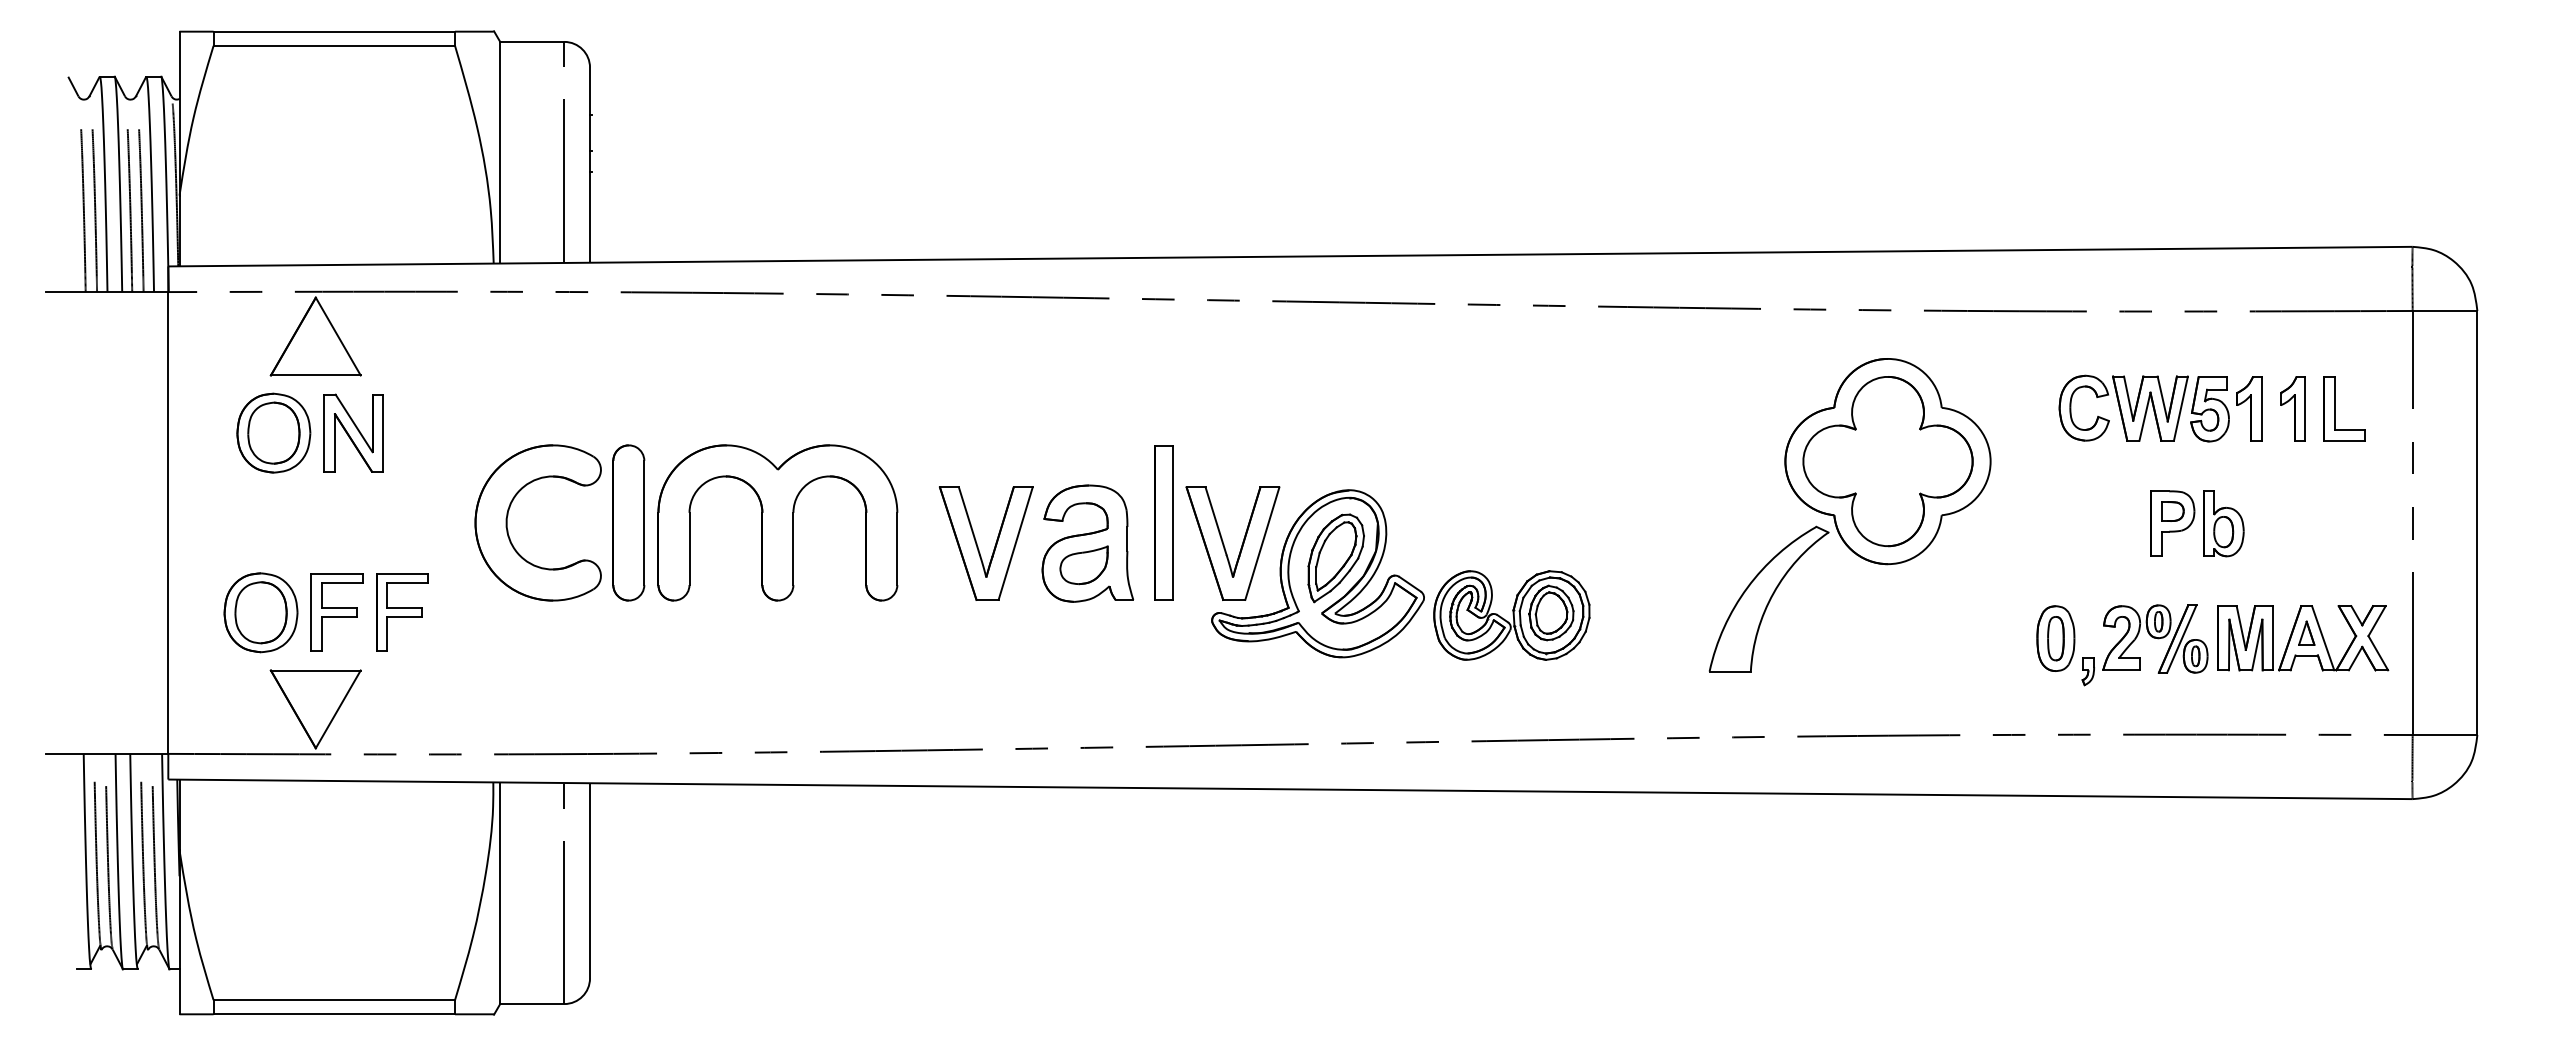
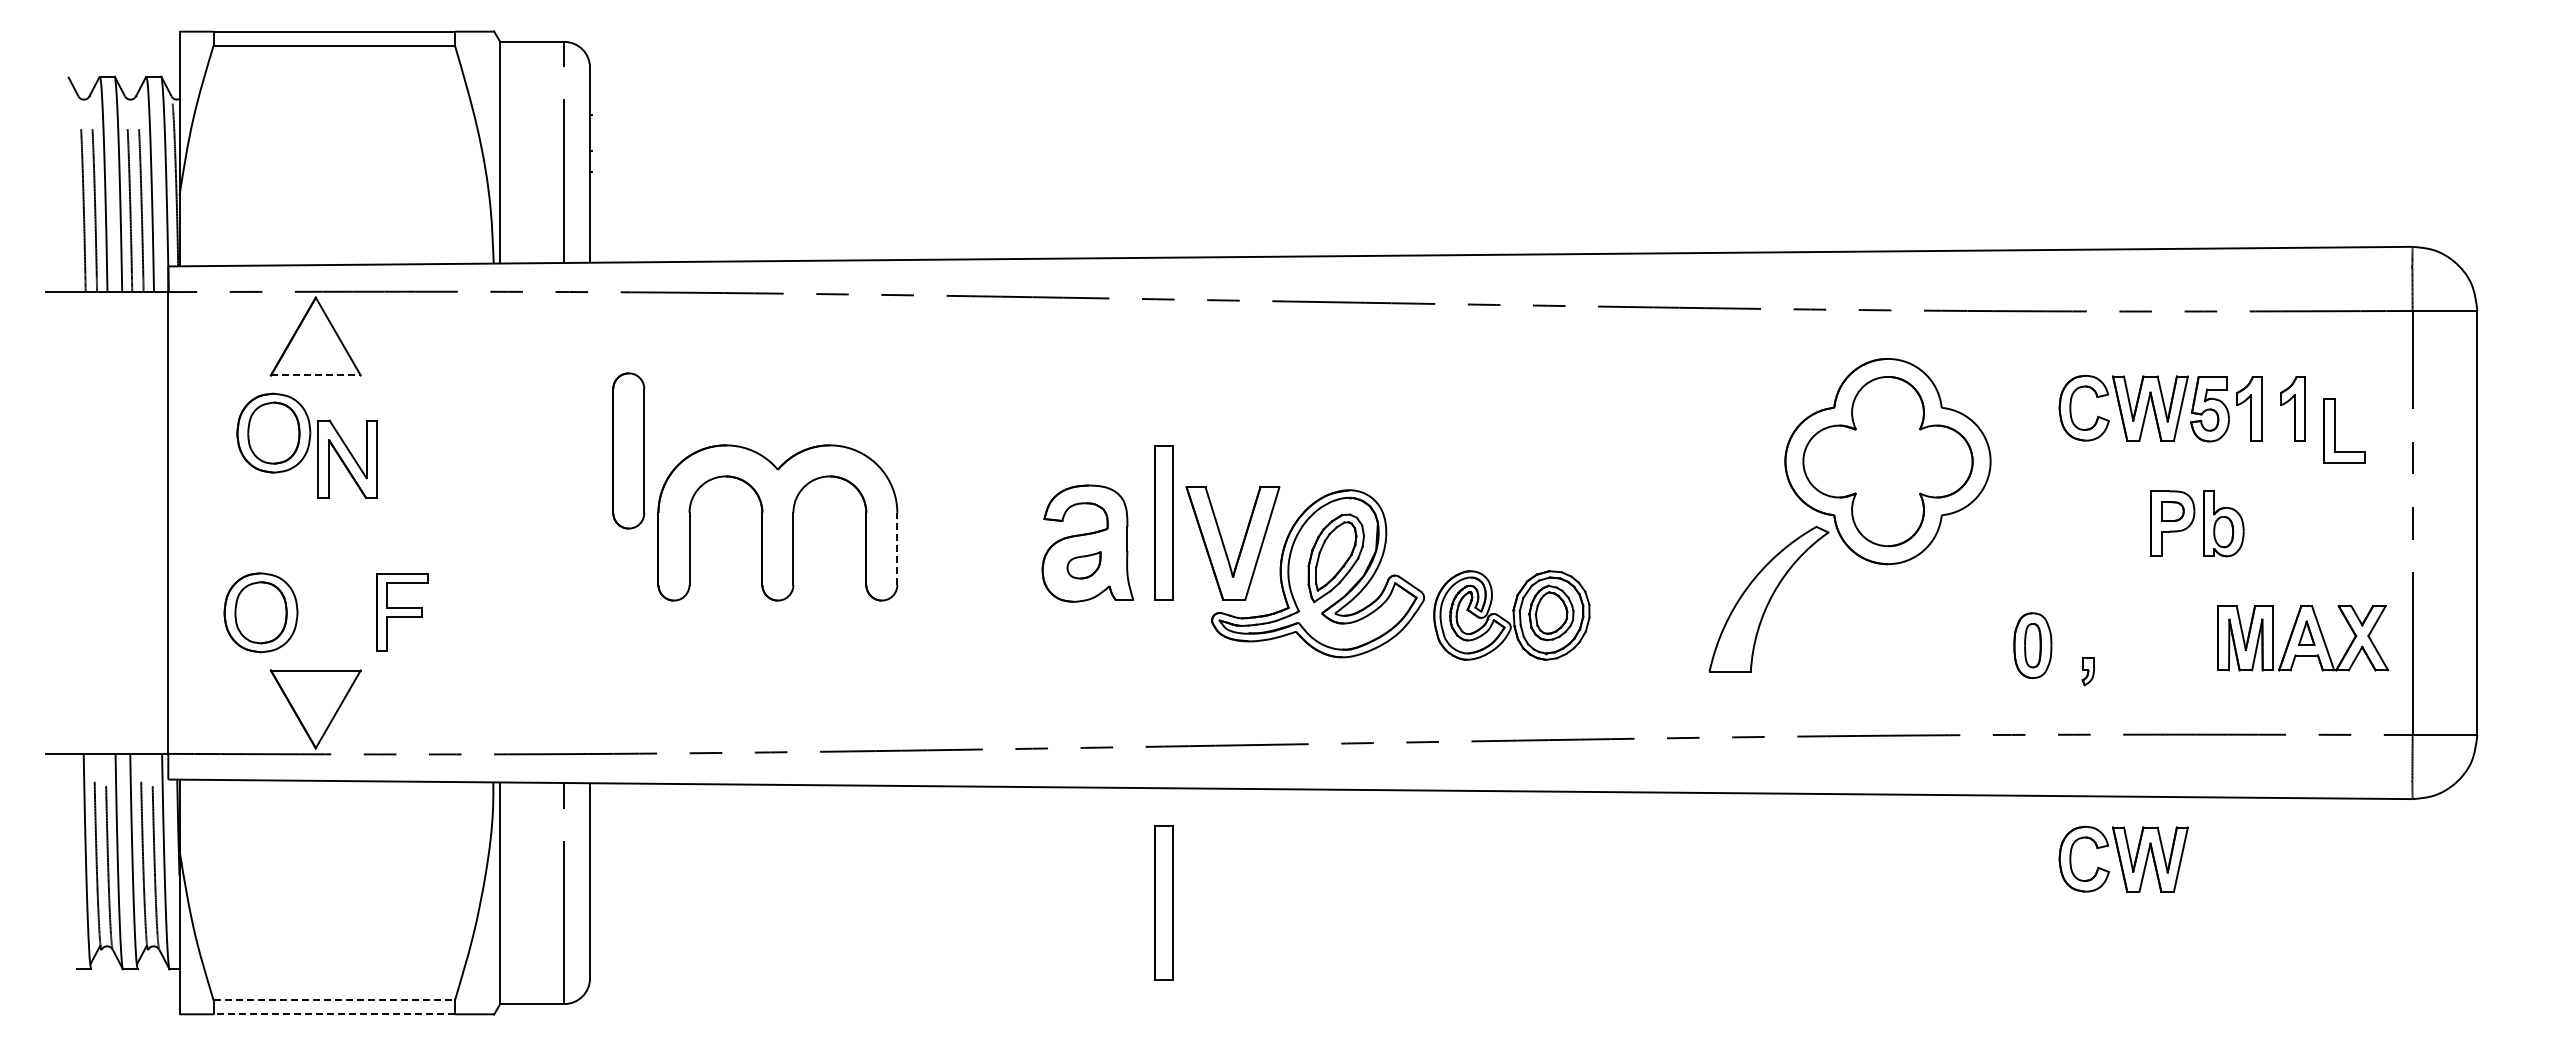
line at (315, 375): solid -> dashed
part at (2335, 408) position: (2335, 408) -> (2335, 430)
part at (353, 432) position: (353, 432) -> (347, 458)
part at (508, 515): present -> none
part at (628, 522) position: (628, 522) -> (628, 450)
part at (994, 545): present -> none
line at (897, 548): solid -> dashed
part at (1083, 565) size: 50x41 px -> 36x29 px
part at (336, 612): present -> none
part at (2055, 638) position: (2055, 638) -> (2032, 645)
part at (2155, 638): present -> none
part at (2123, 858): none -> present
part at (1163, 902): none -> present
line at (334, 1000): solid -> dashed
line at (334, 1014): solid -> dashed
